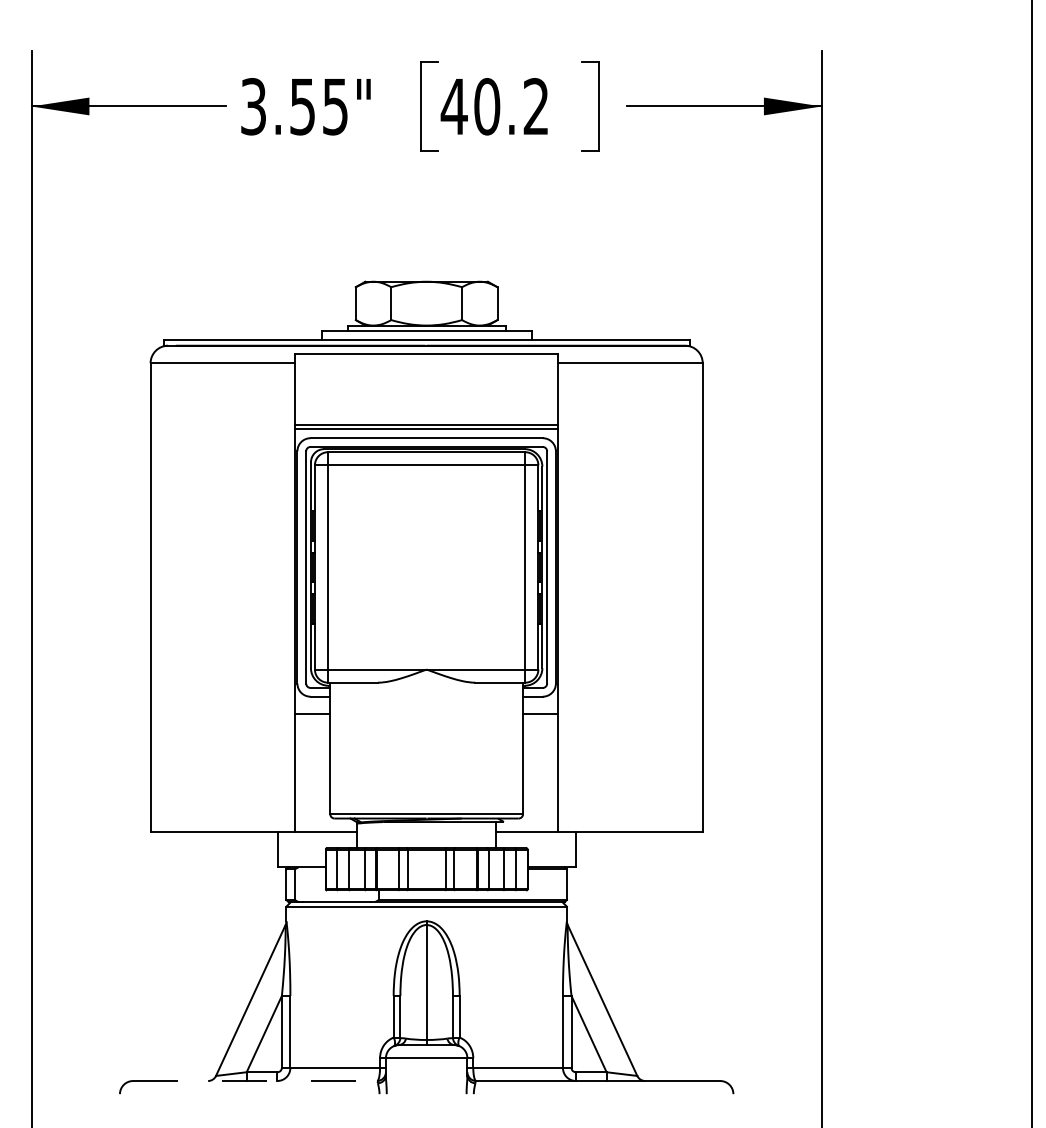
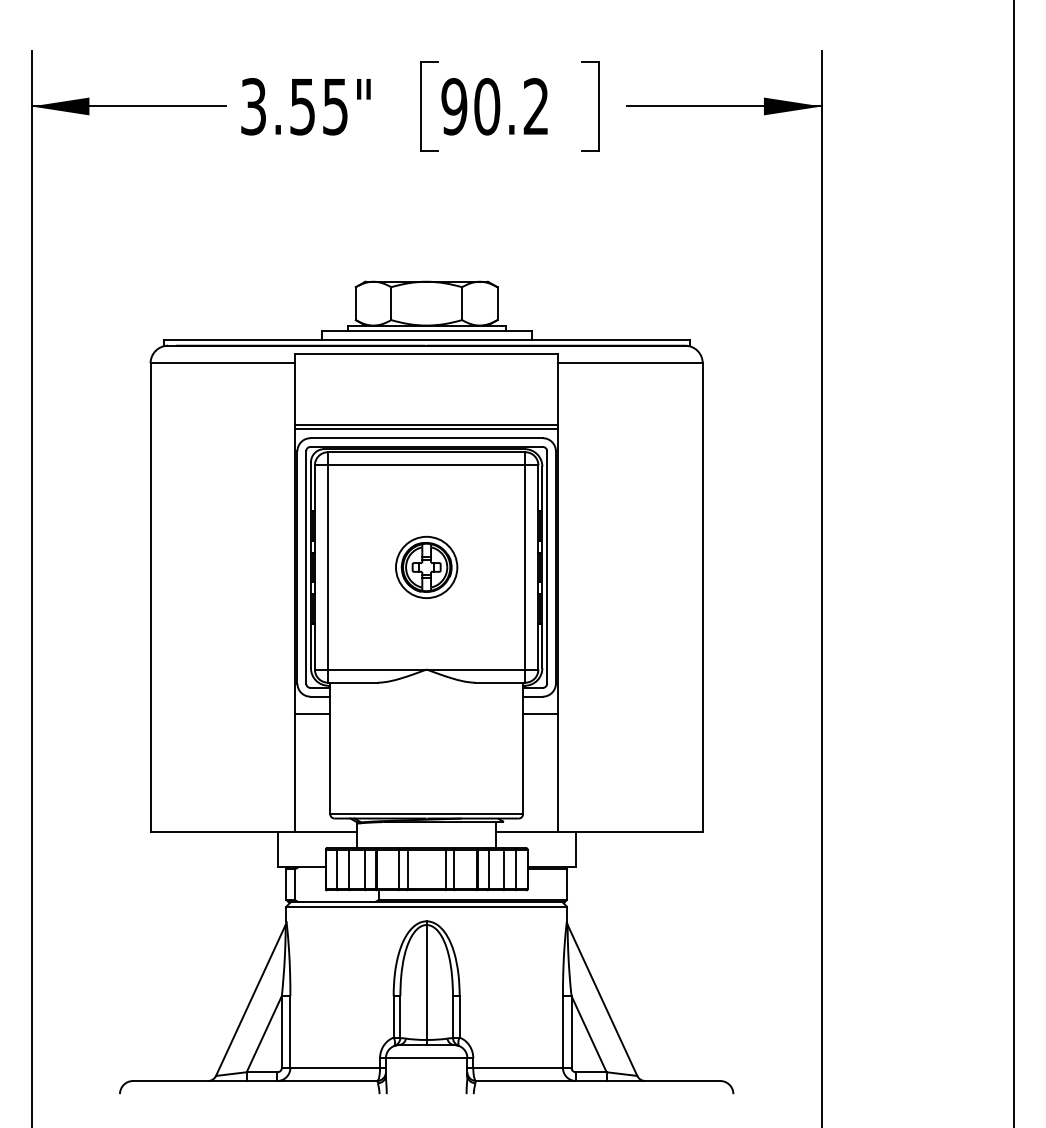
text at (453, 106): 40.2 -> 90.2
line at (1032, 563) position: (1032, 563) -> (1014, 563)
part at (426, 566): none -> present
line at (255, 1081): dashed -> solid
